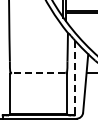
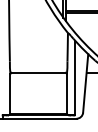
line at (38, 72): dashed -> solid
line at (75, 78): dashed -> solid
